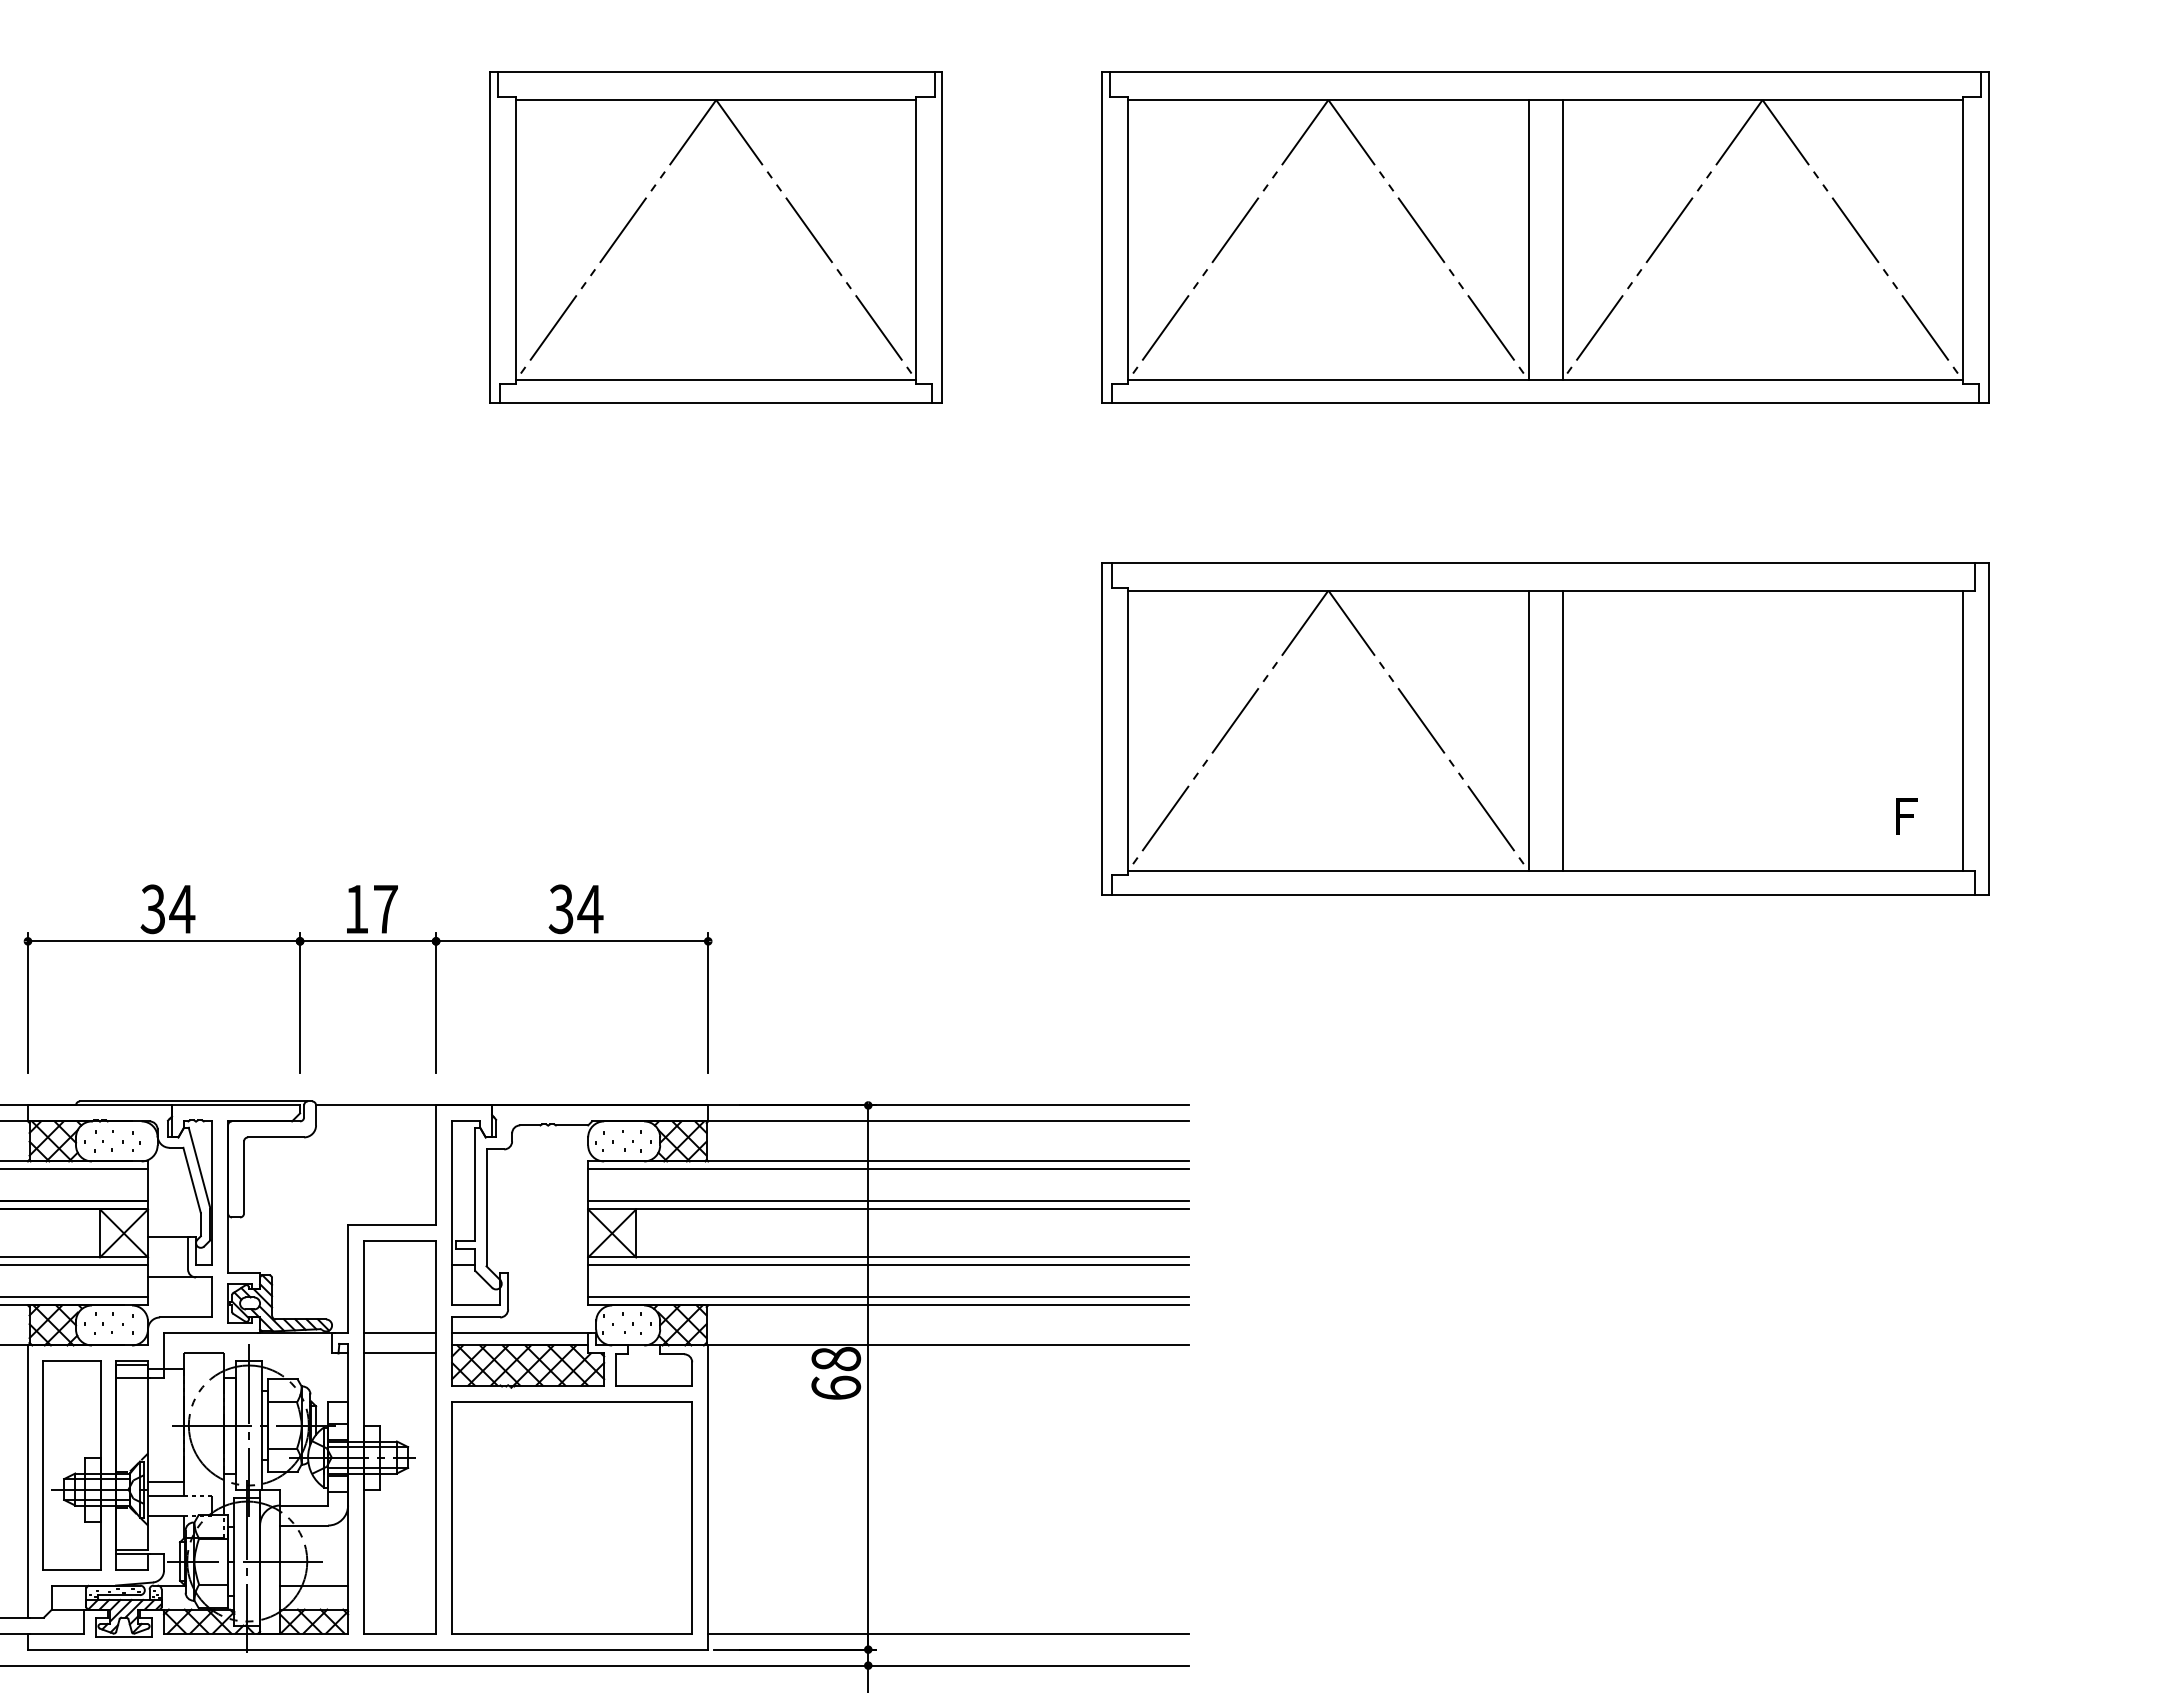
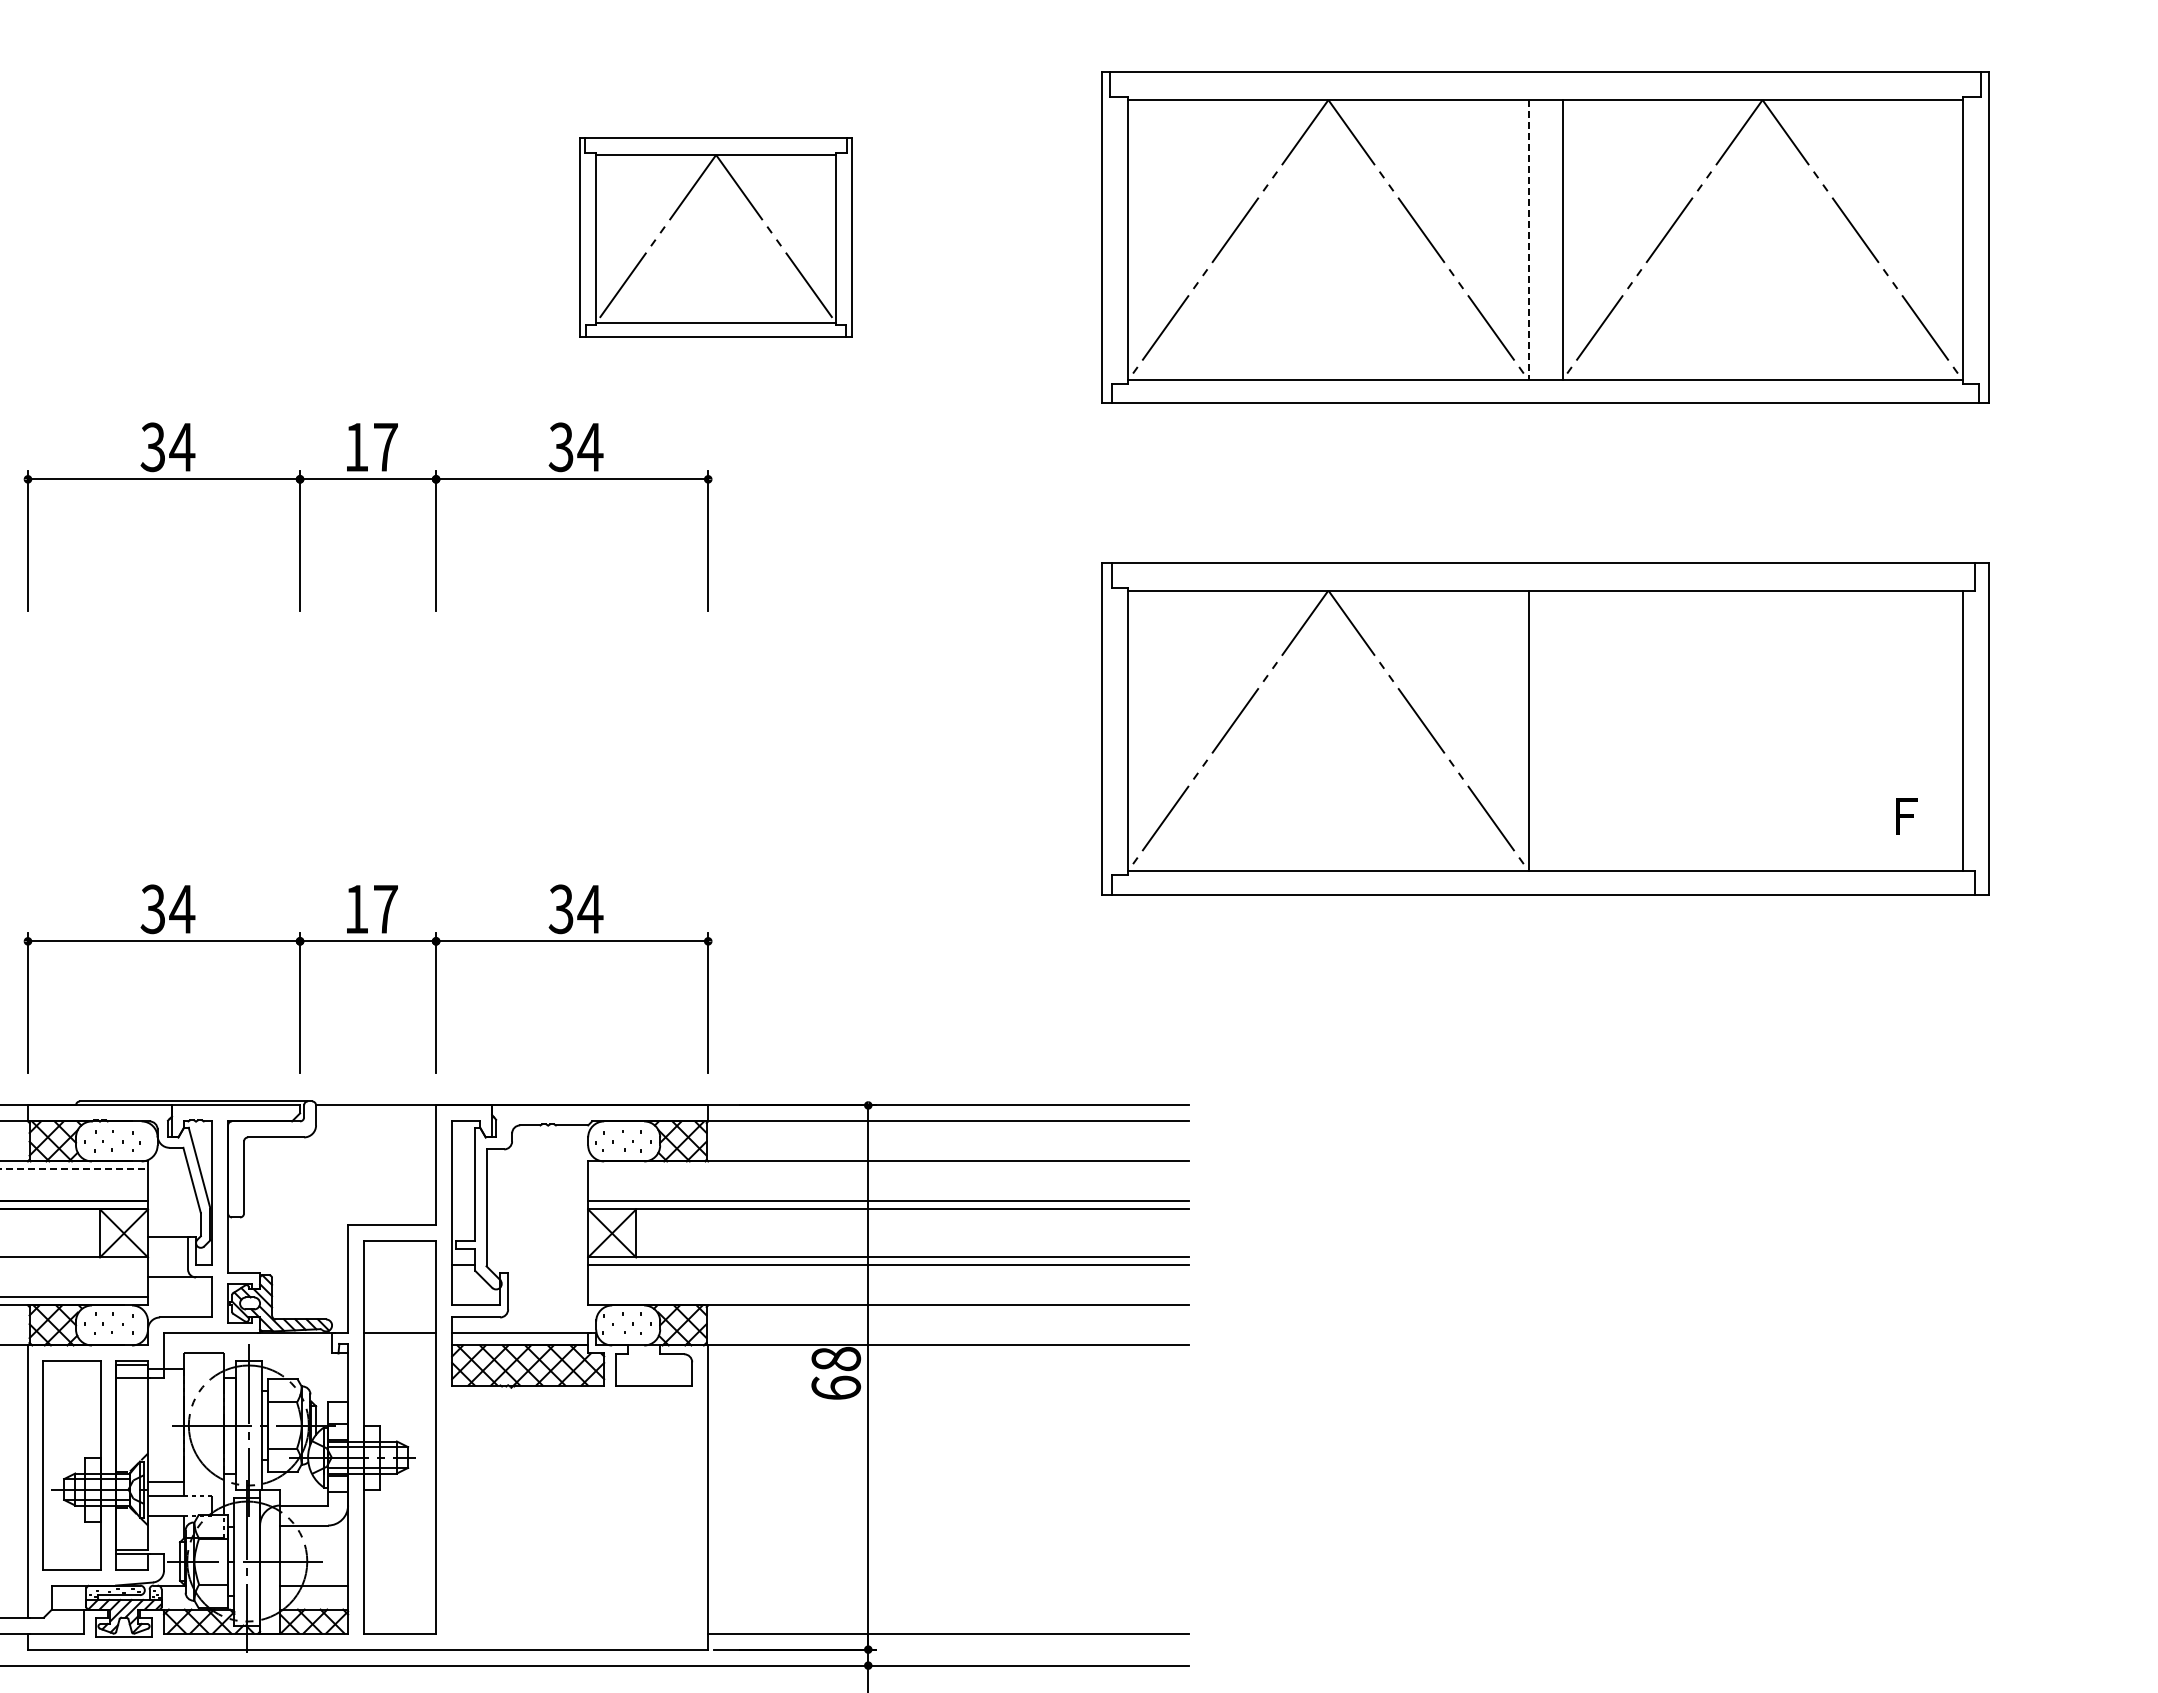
part at (715, 237) size: 454x333 px -> 274x201 px
line at (1528, 240): solid -> dashed
part at (367, 479): none -> present
line at (1562, 730): present -> none
line at (74, 1169): solid -> dashed
line at (888, 1169): present -> none
line at (75, 1265): present -> none
line at (888, 1297): present -> none
line at (400, 1353): present -> none
part at (571, 1517): present -> none
